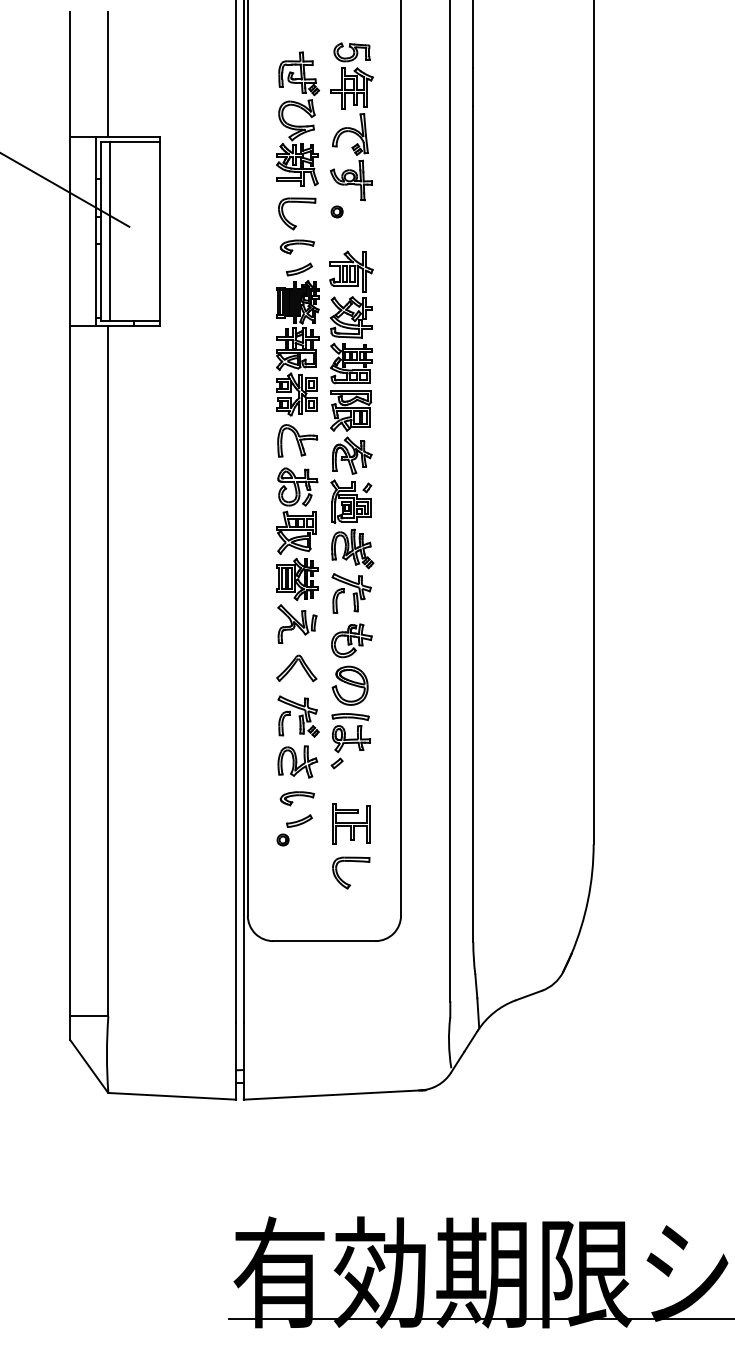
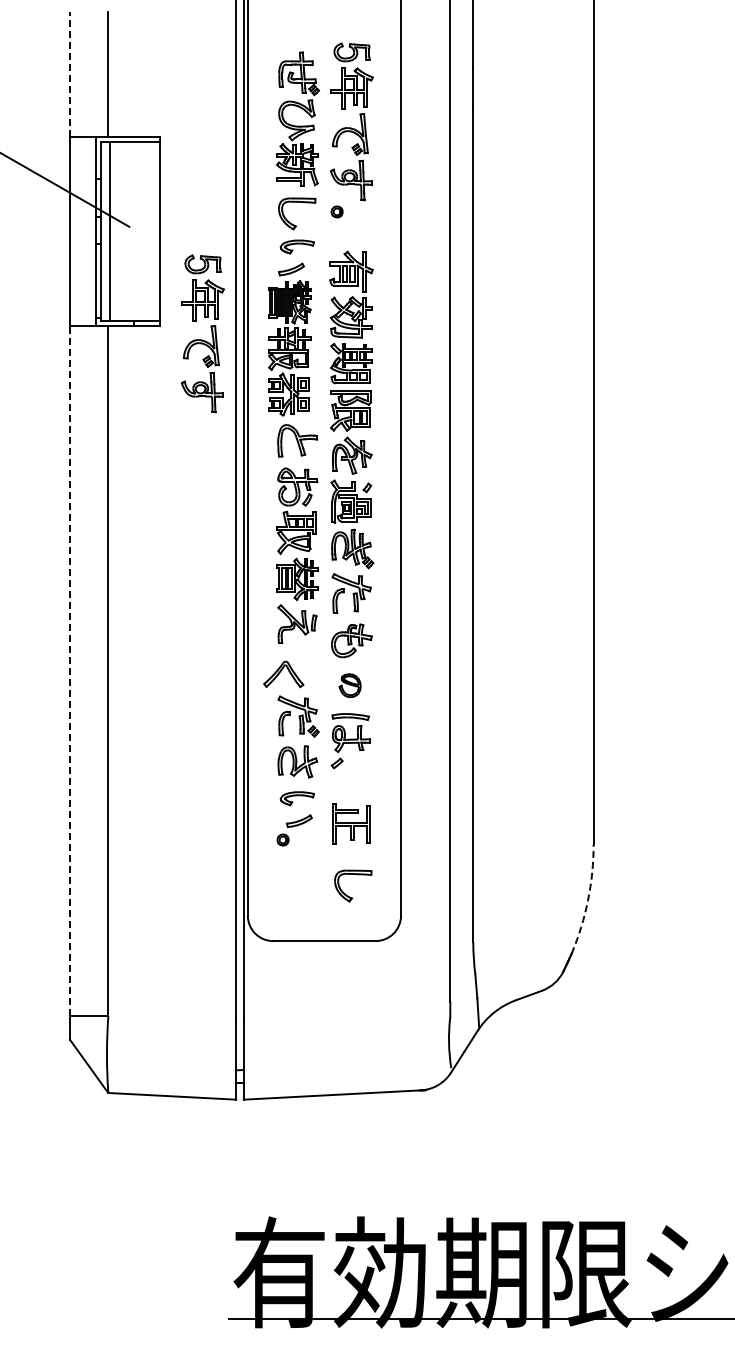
line at (70, 74): solid -> dashed
part at (202, 333): none -> present
part at (297, 339) position: (297, 339) -> (289, 339)
part at (296, 668) position: (296, 668) -> (283, 674)
line at (70, 670): solid -> dashed
part at (349, 685) size: 38x41 px -> 24x26 px
part at (355, 862) position: (355, 862) -> (357, 875)
arc at (588, 900): solid -> dashed
